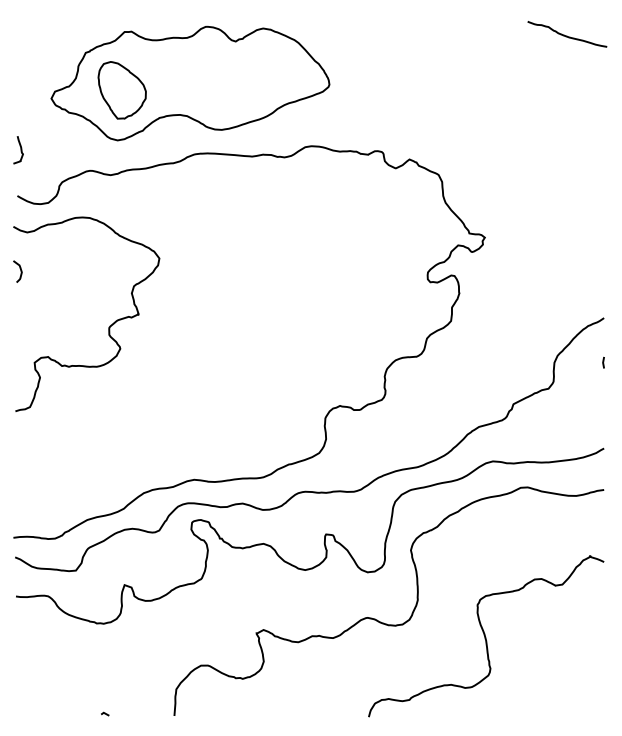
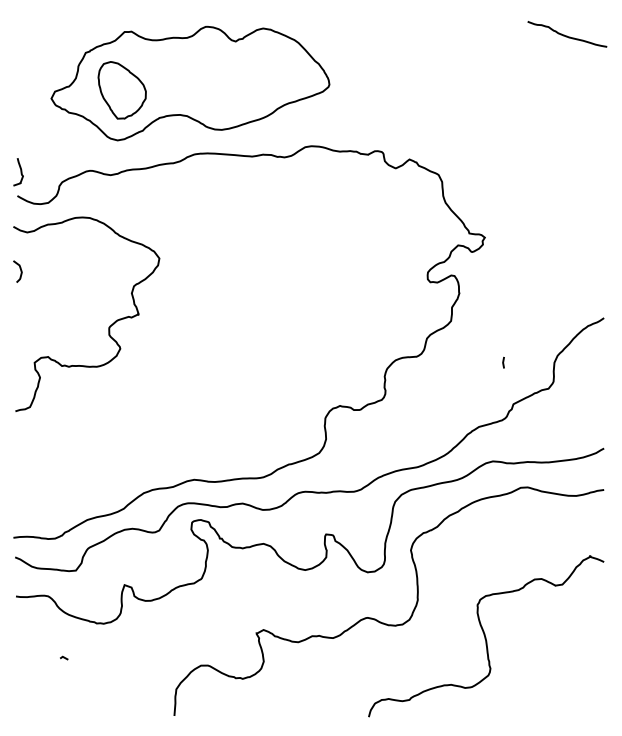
curve at (20, 150) position: (20, 150) -> (20, 172)
line at (603, 362) position: (603, 362) -> (503, 362)
line at (105, 713) position: (105, 713) -> (64, 657)
